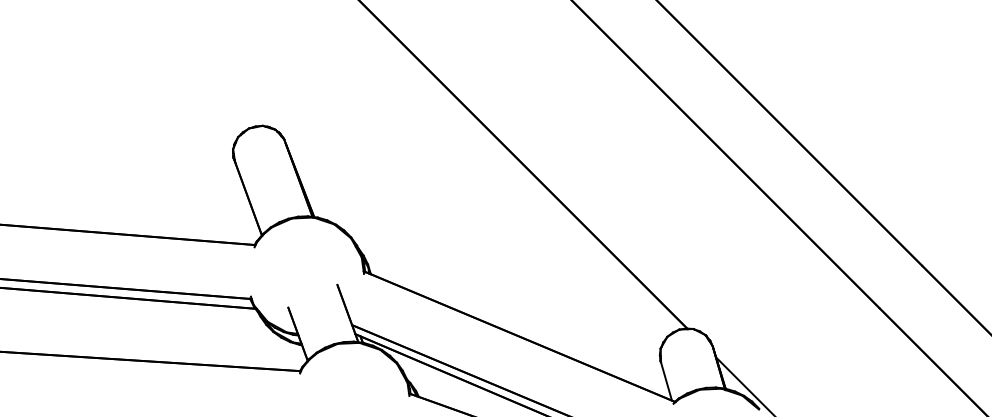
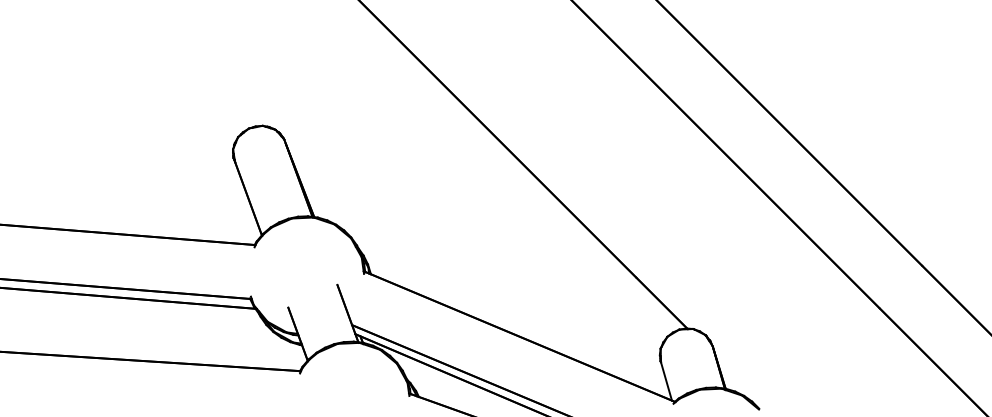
line at (744, 385): present -> none
